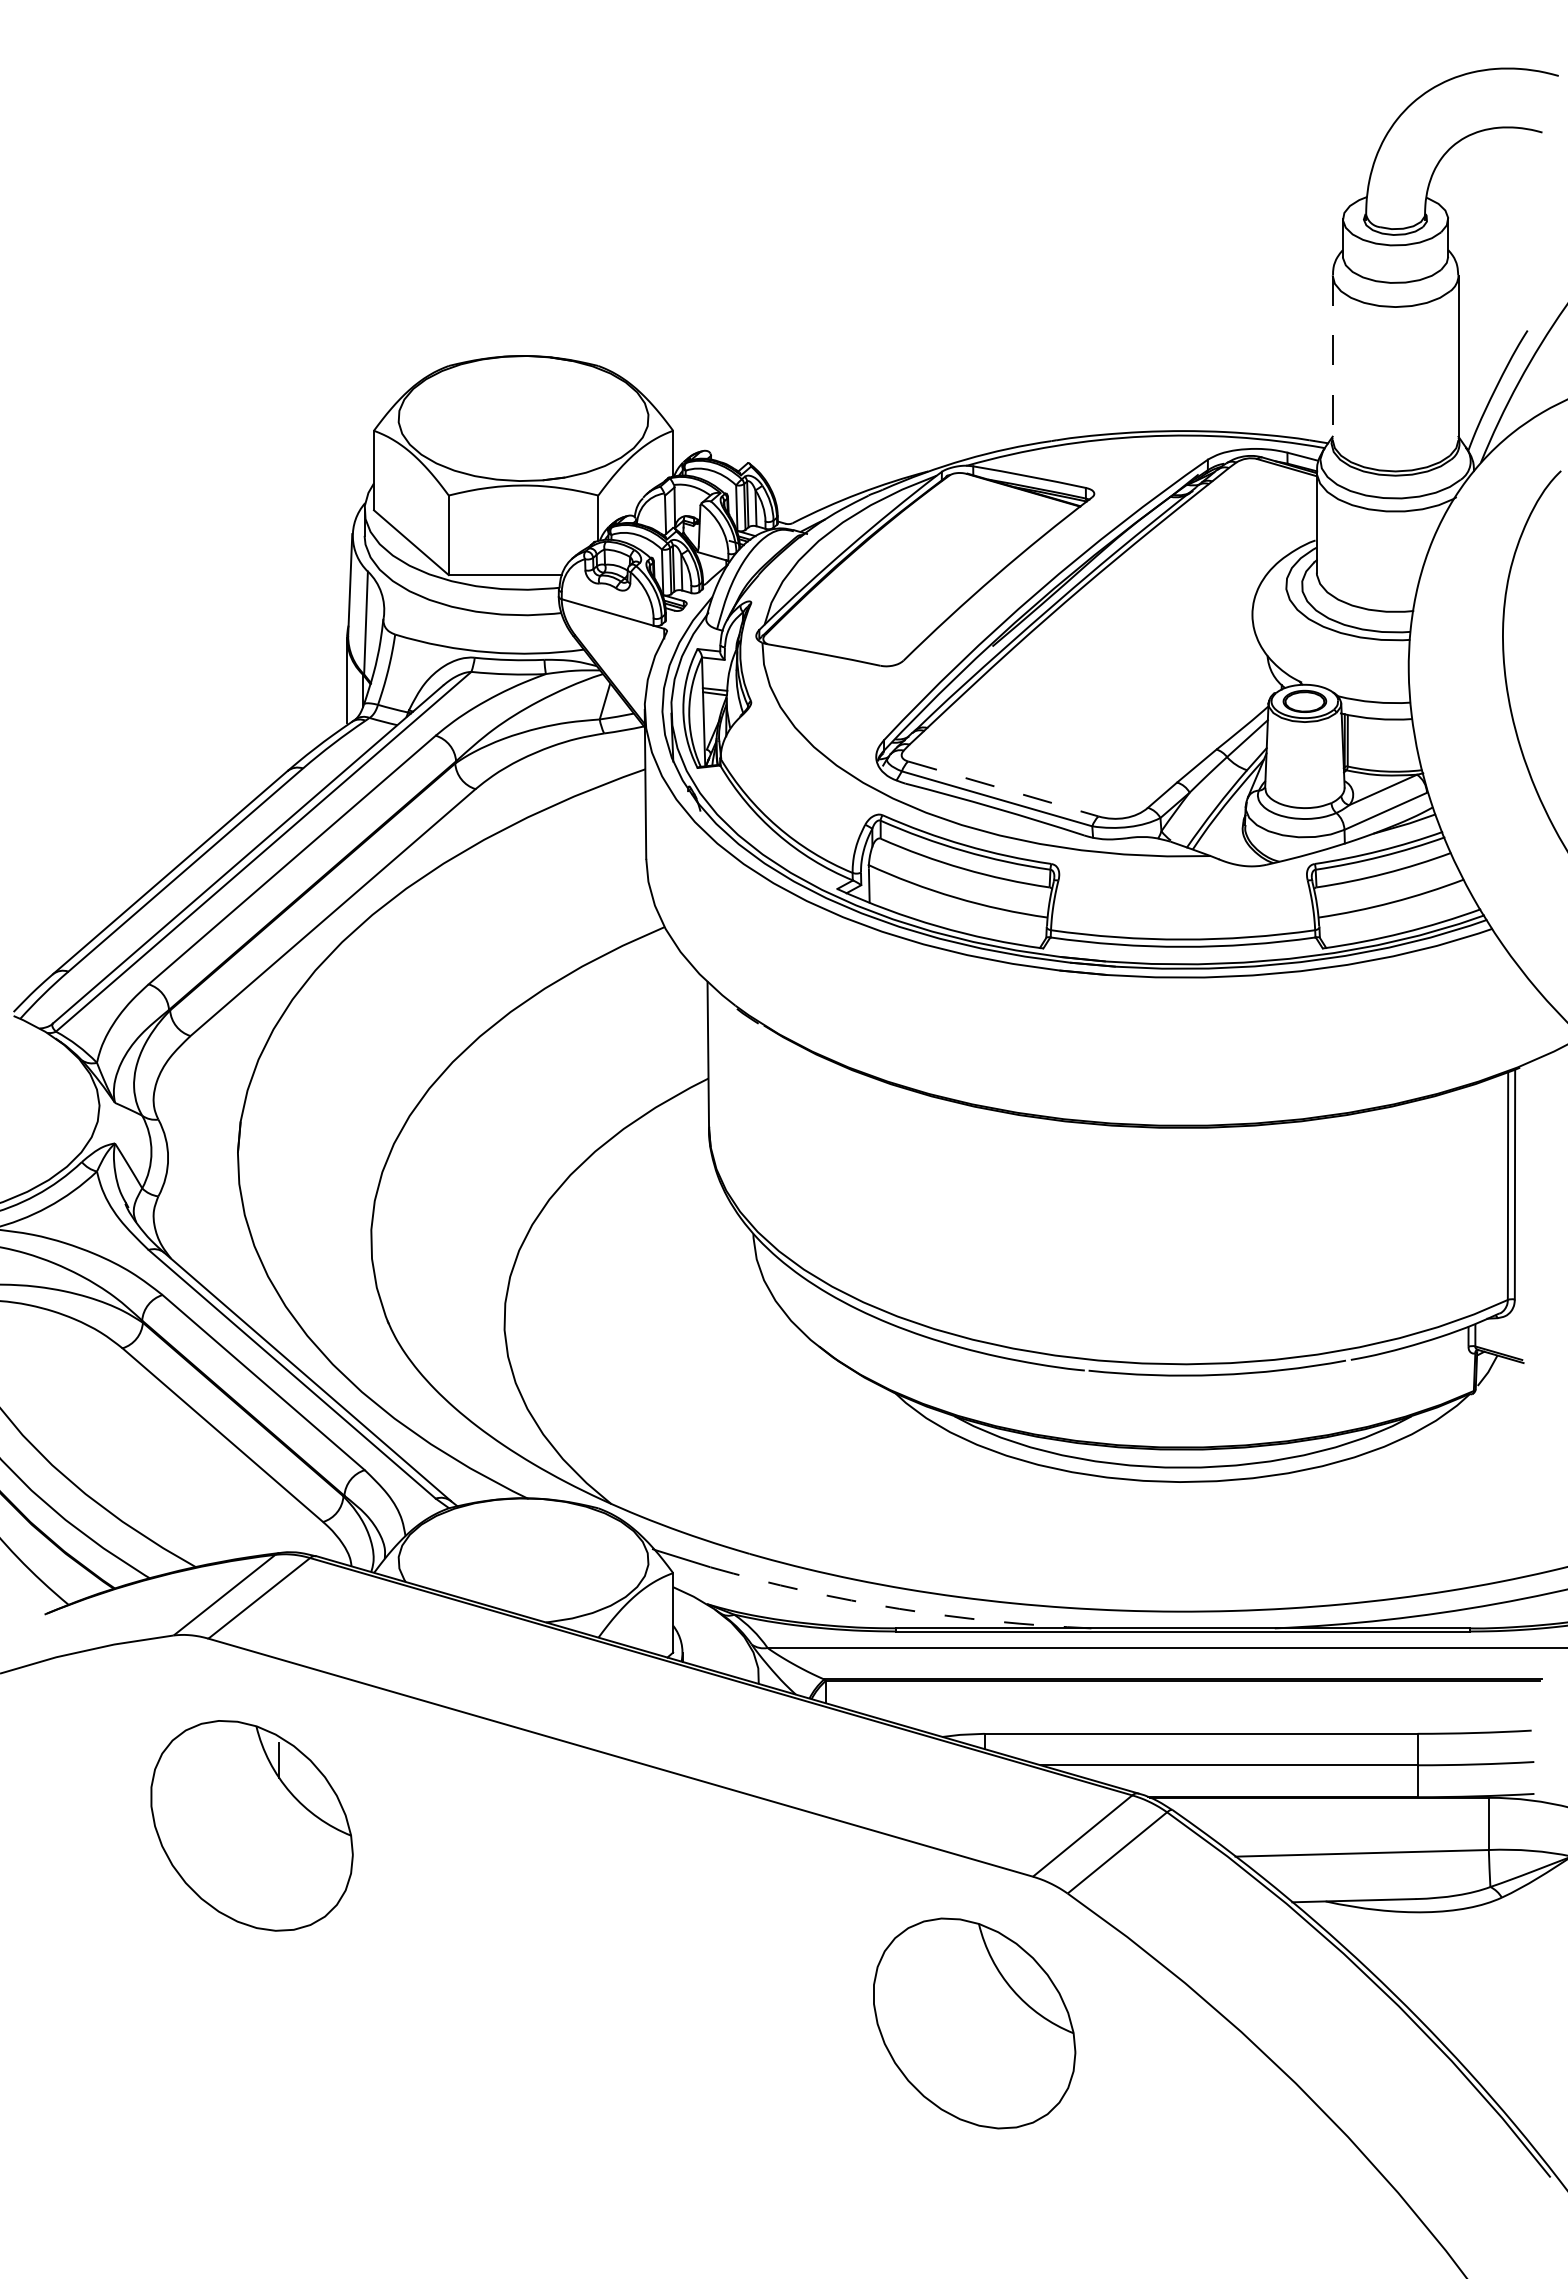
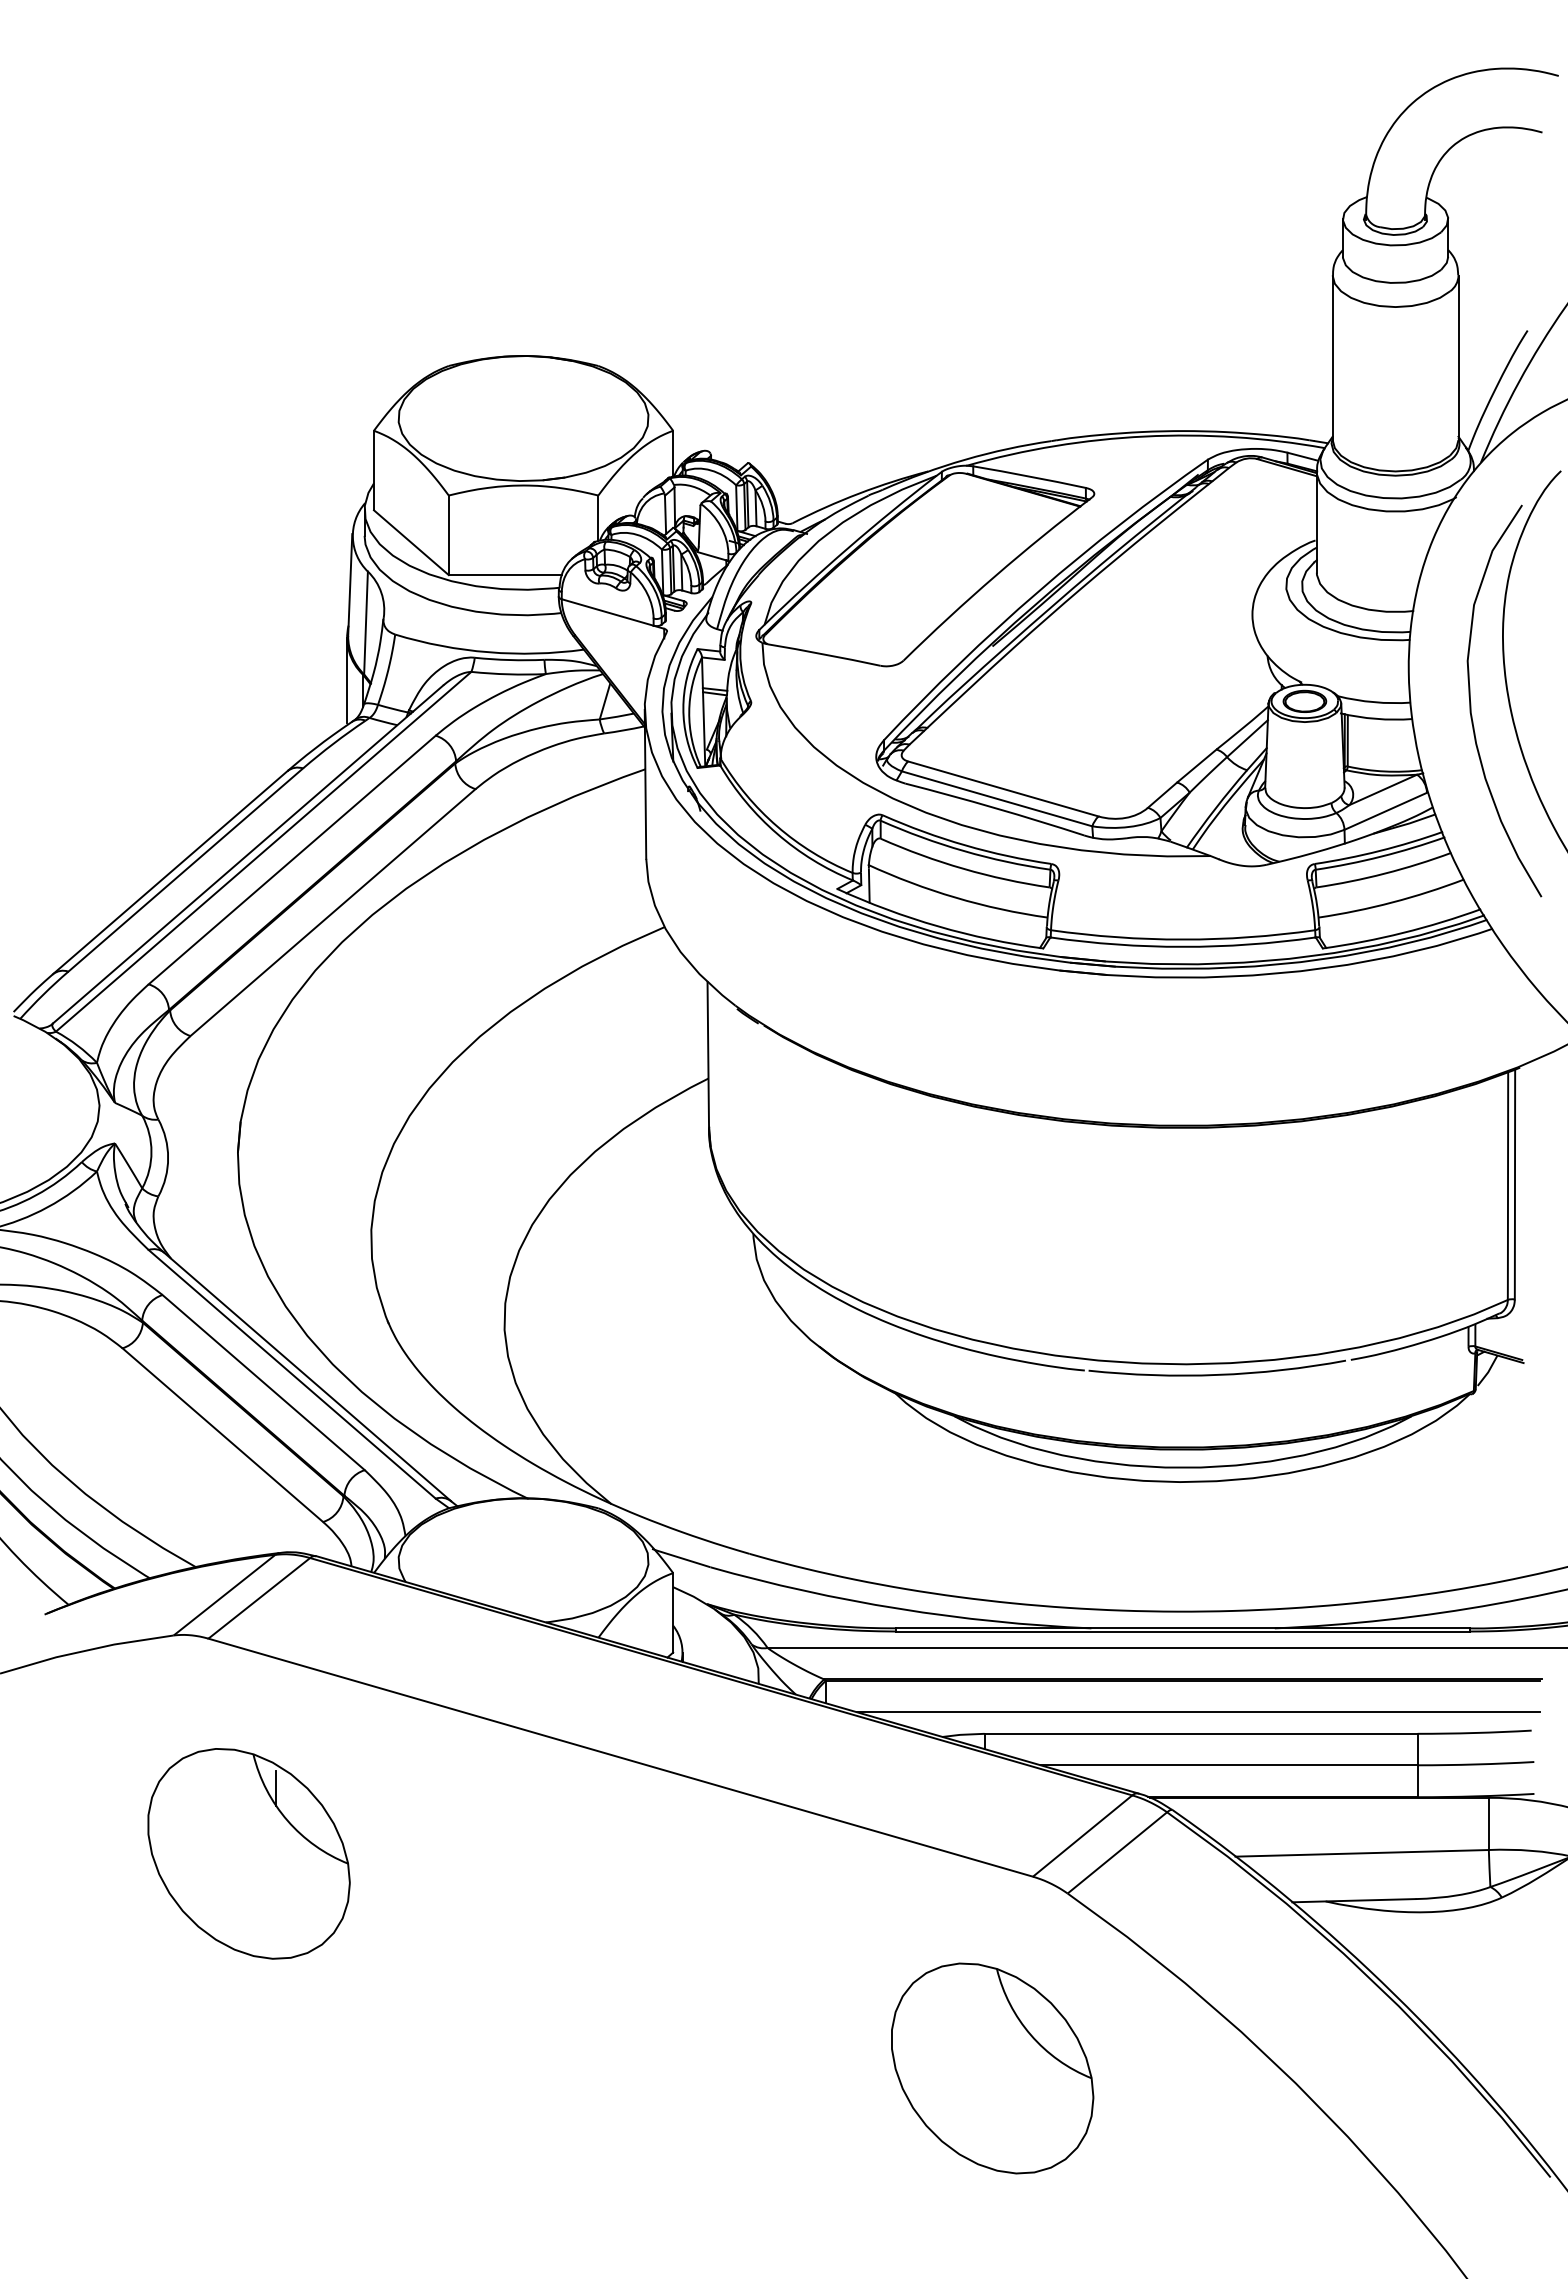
line at (1332, 358): dashed -> solid
curve at (1471, 703): none -> present
line at (1003, 789): dashed -> solid
arc at (899, 1608): dashed -> solid
line at (1198, 1712): none -> present
part at (251, 1825) position: (251, 1825) -> (248, 1853)
part at (974, 2023) position: (974, 2023) -> (992, 2068)
